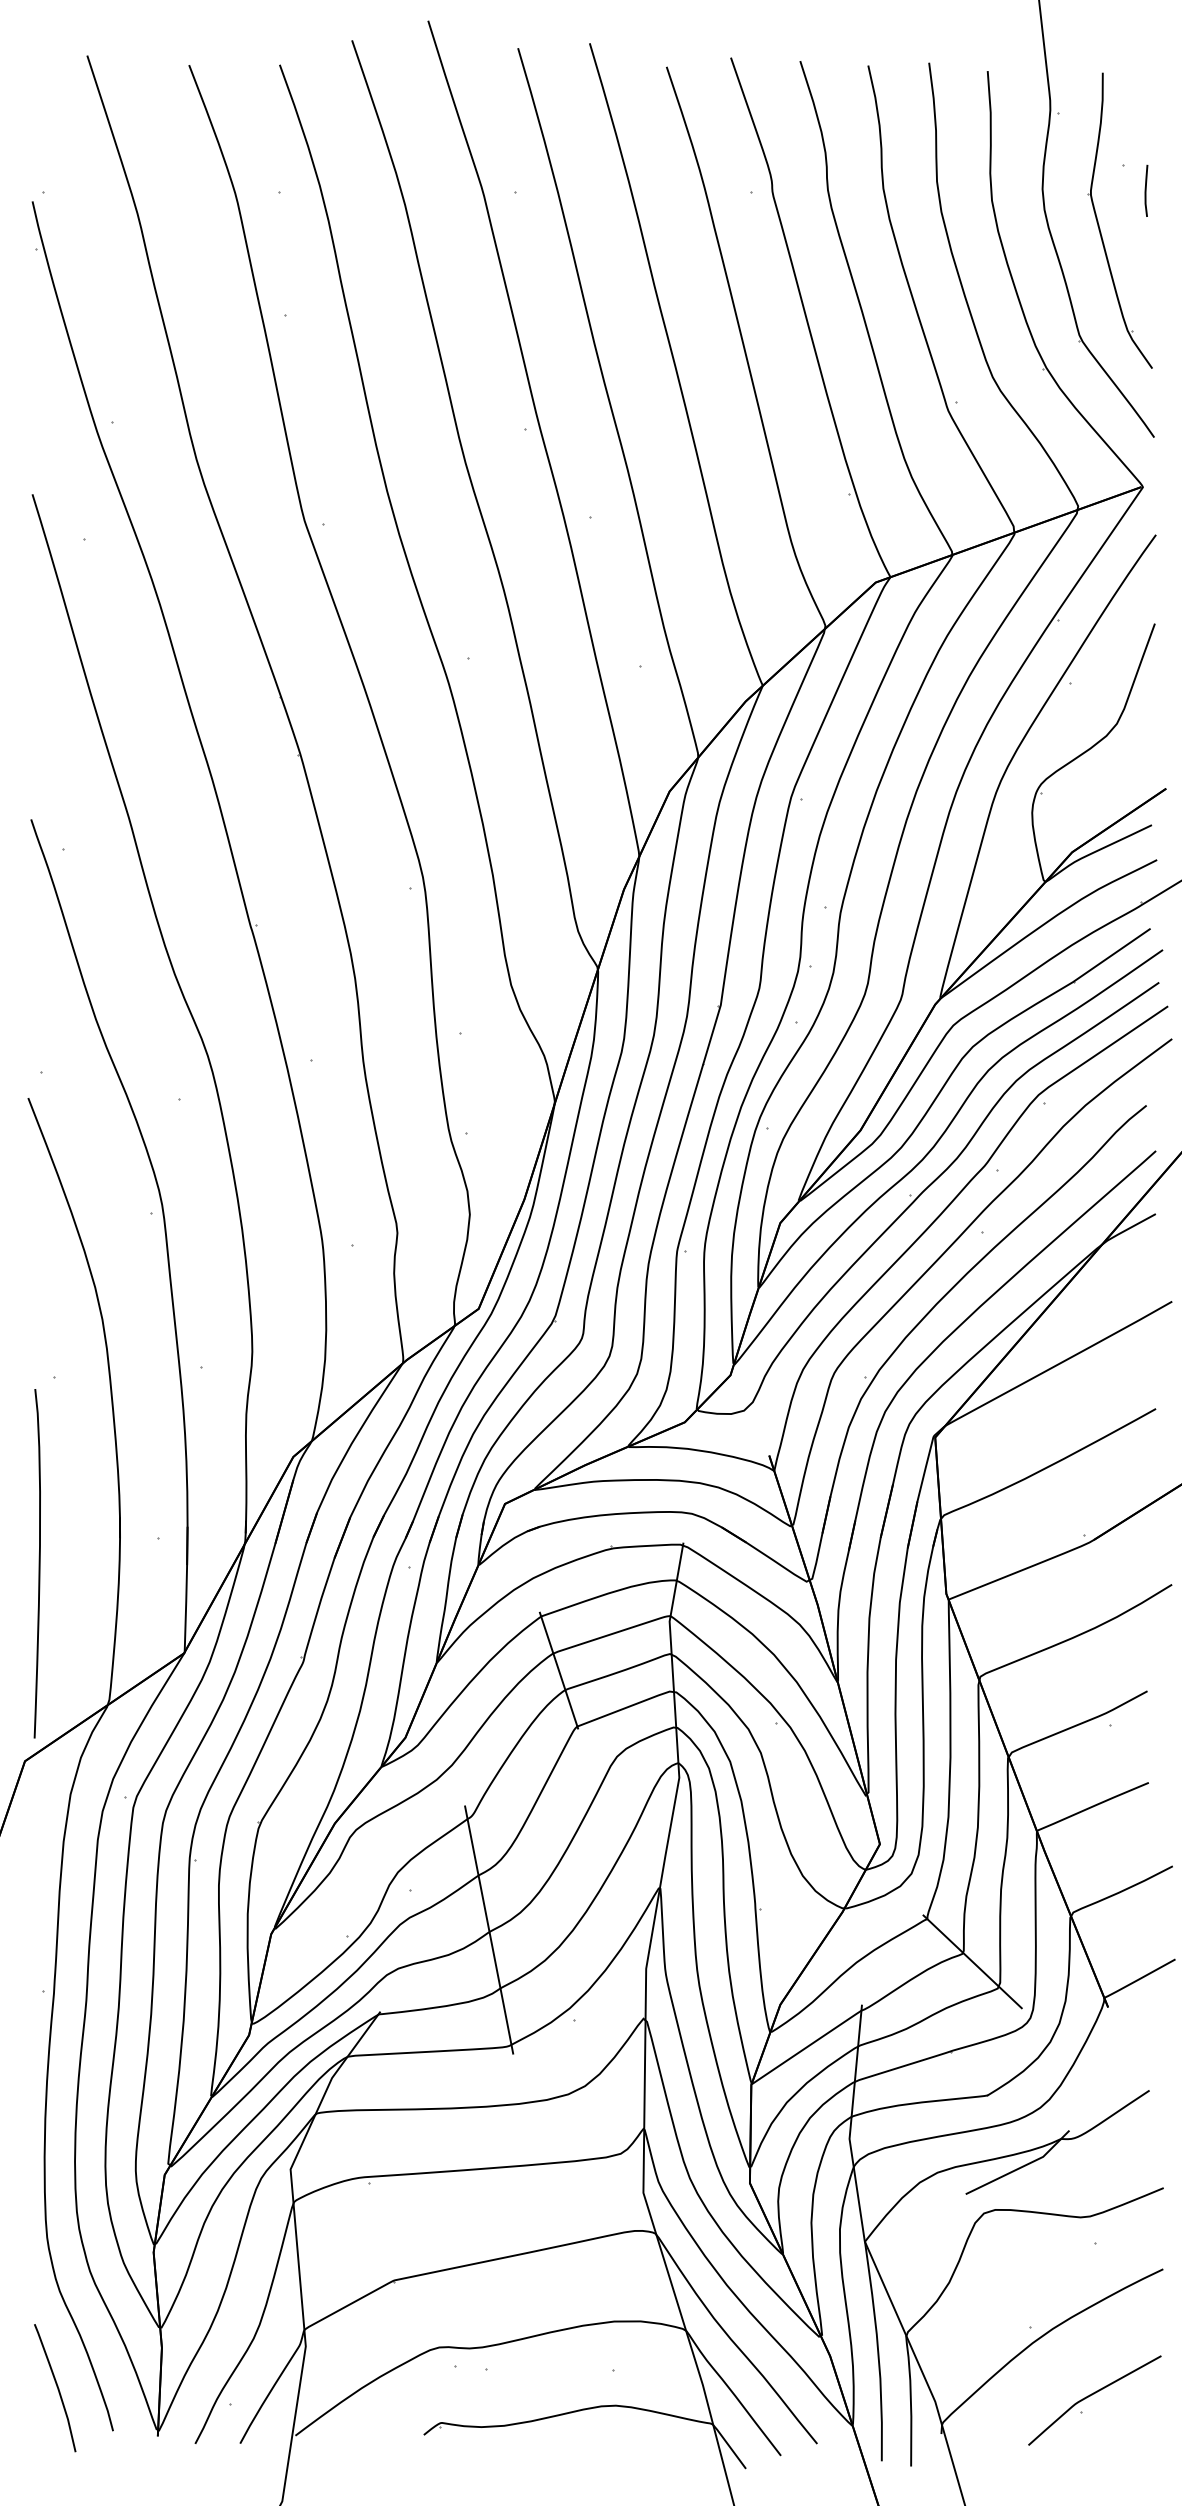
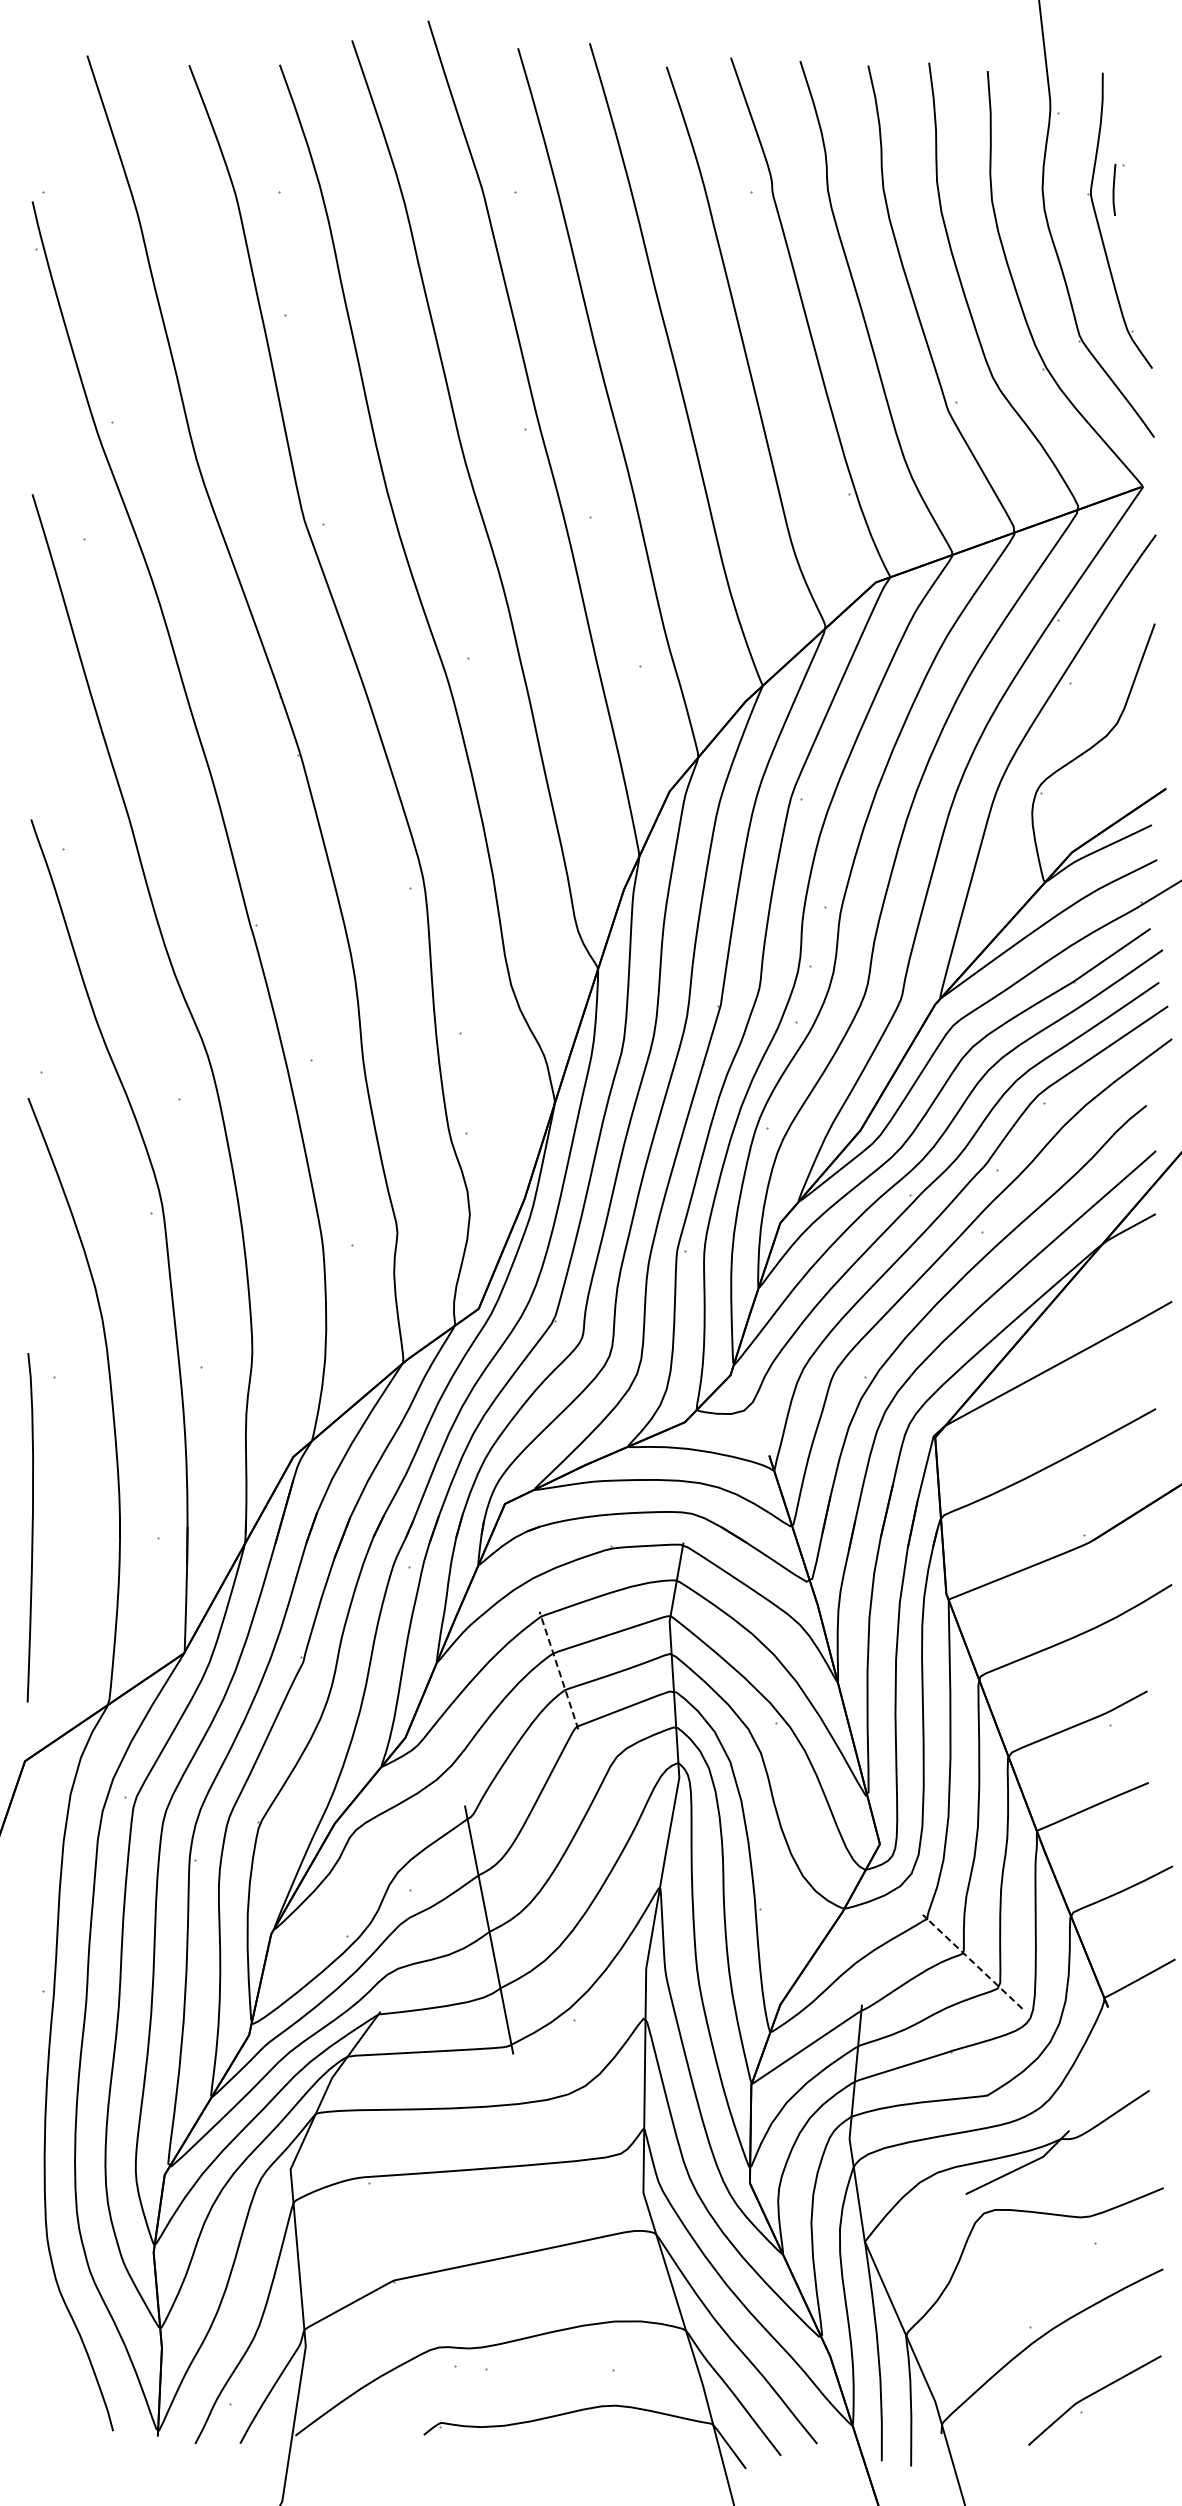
line at (1146, 190) position: (1146, 190) -> (1114, 189)
curve at (38, 1563) position: (38, 1563) -> (31, 1527)
line at (558, 1670): solid -> dashed
line at (972, 1961): solid -> dashed
curve at (56, 2387): present -> none
